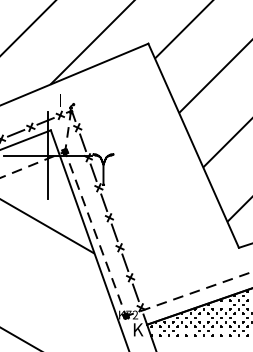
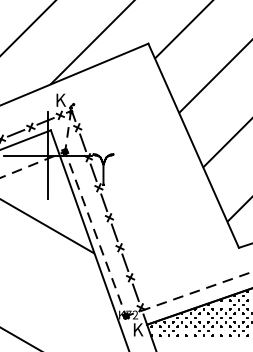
text at (60, 99): I -> Κ
